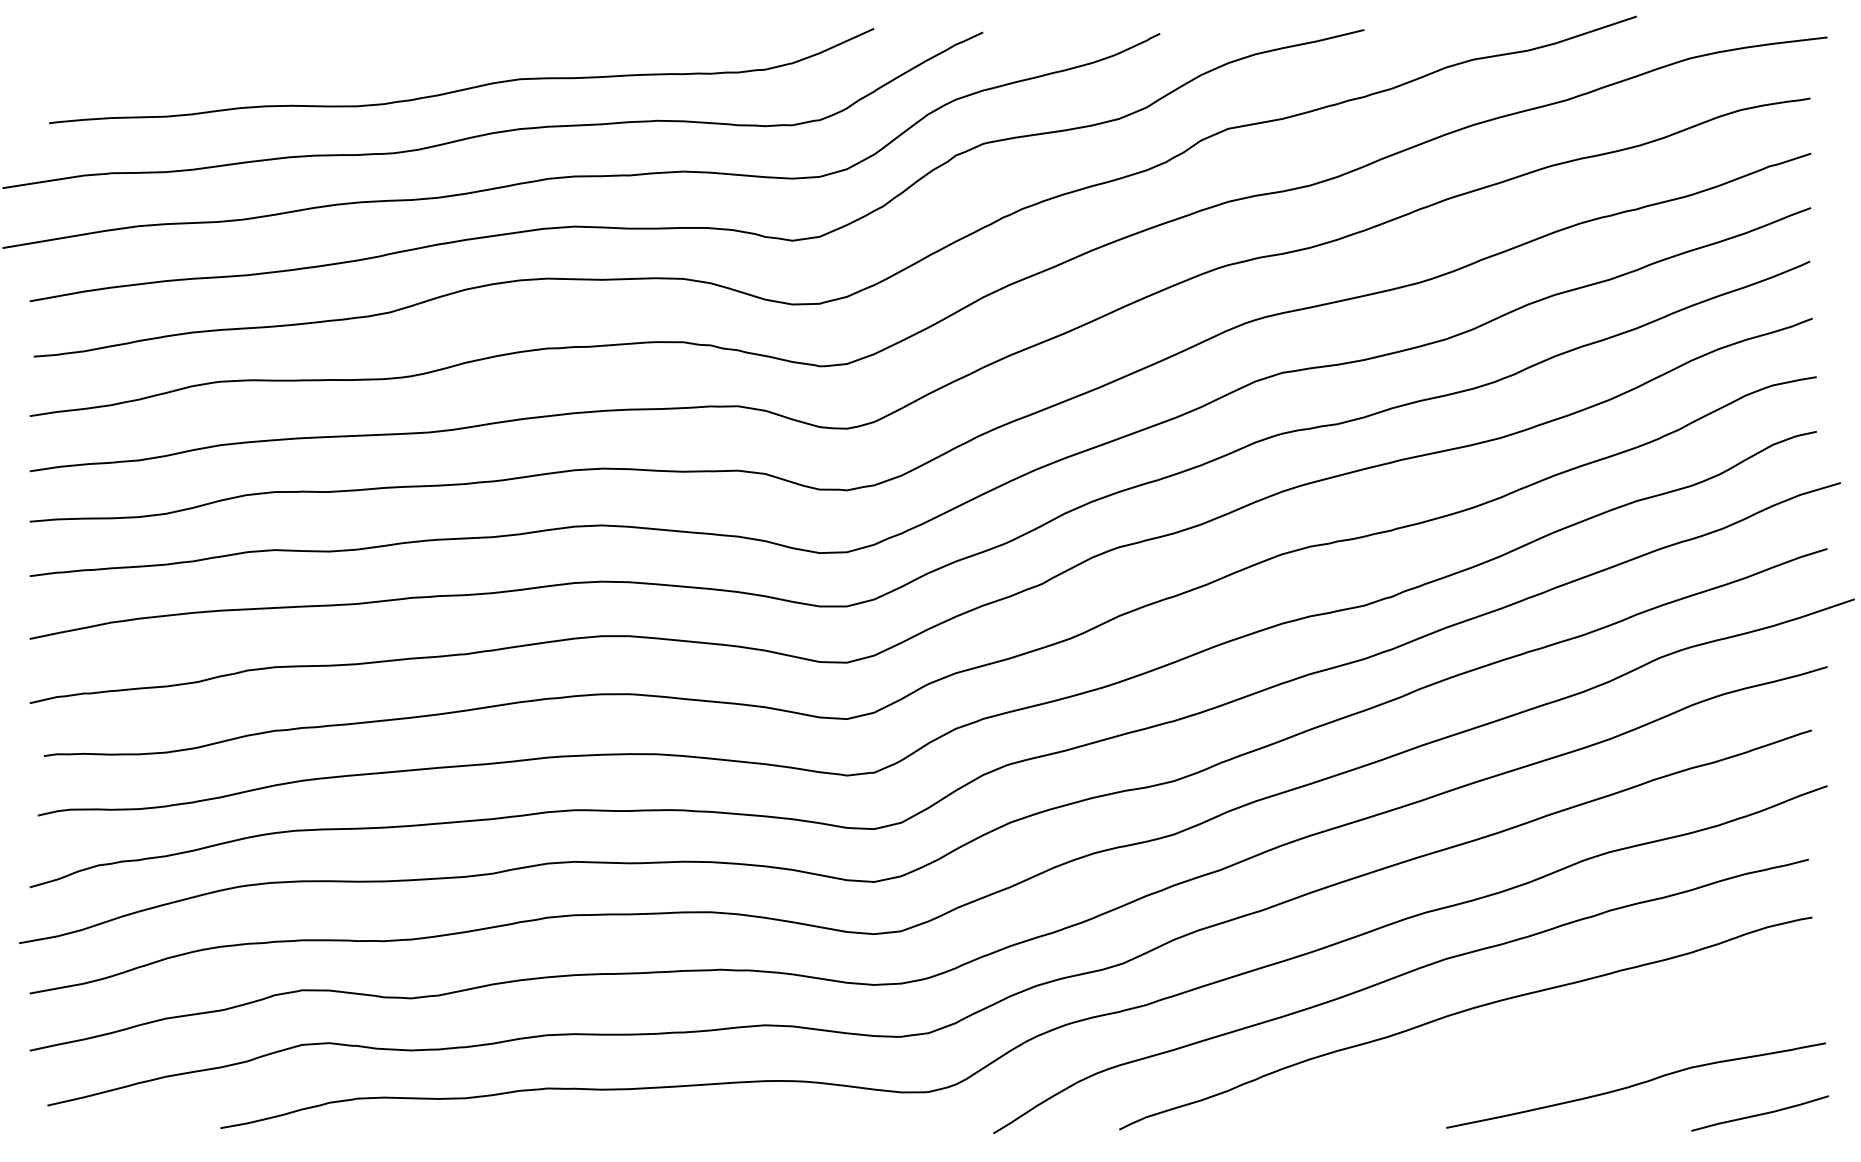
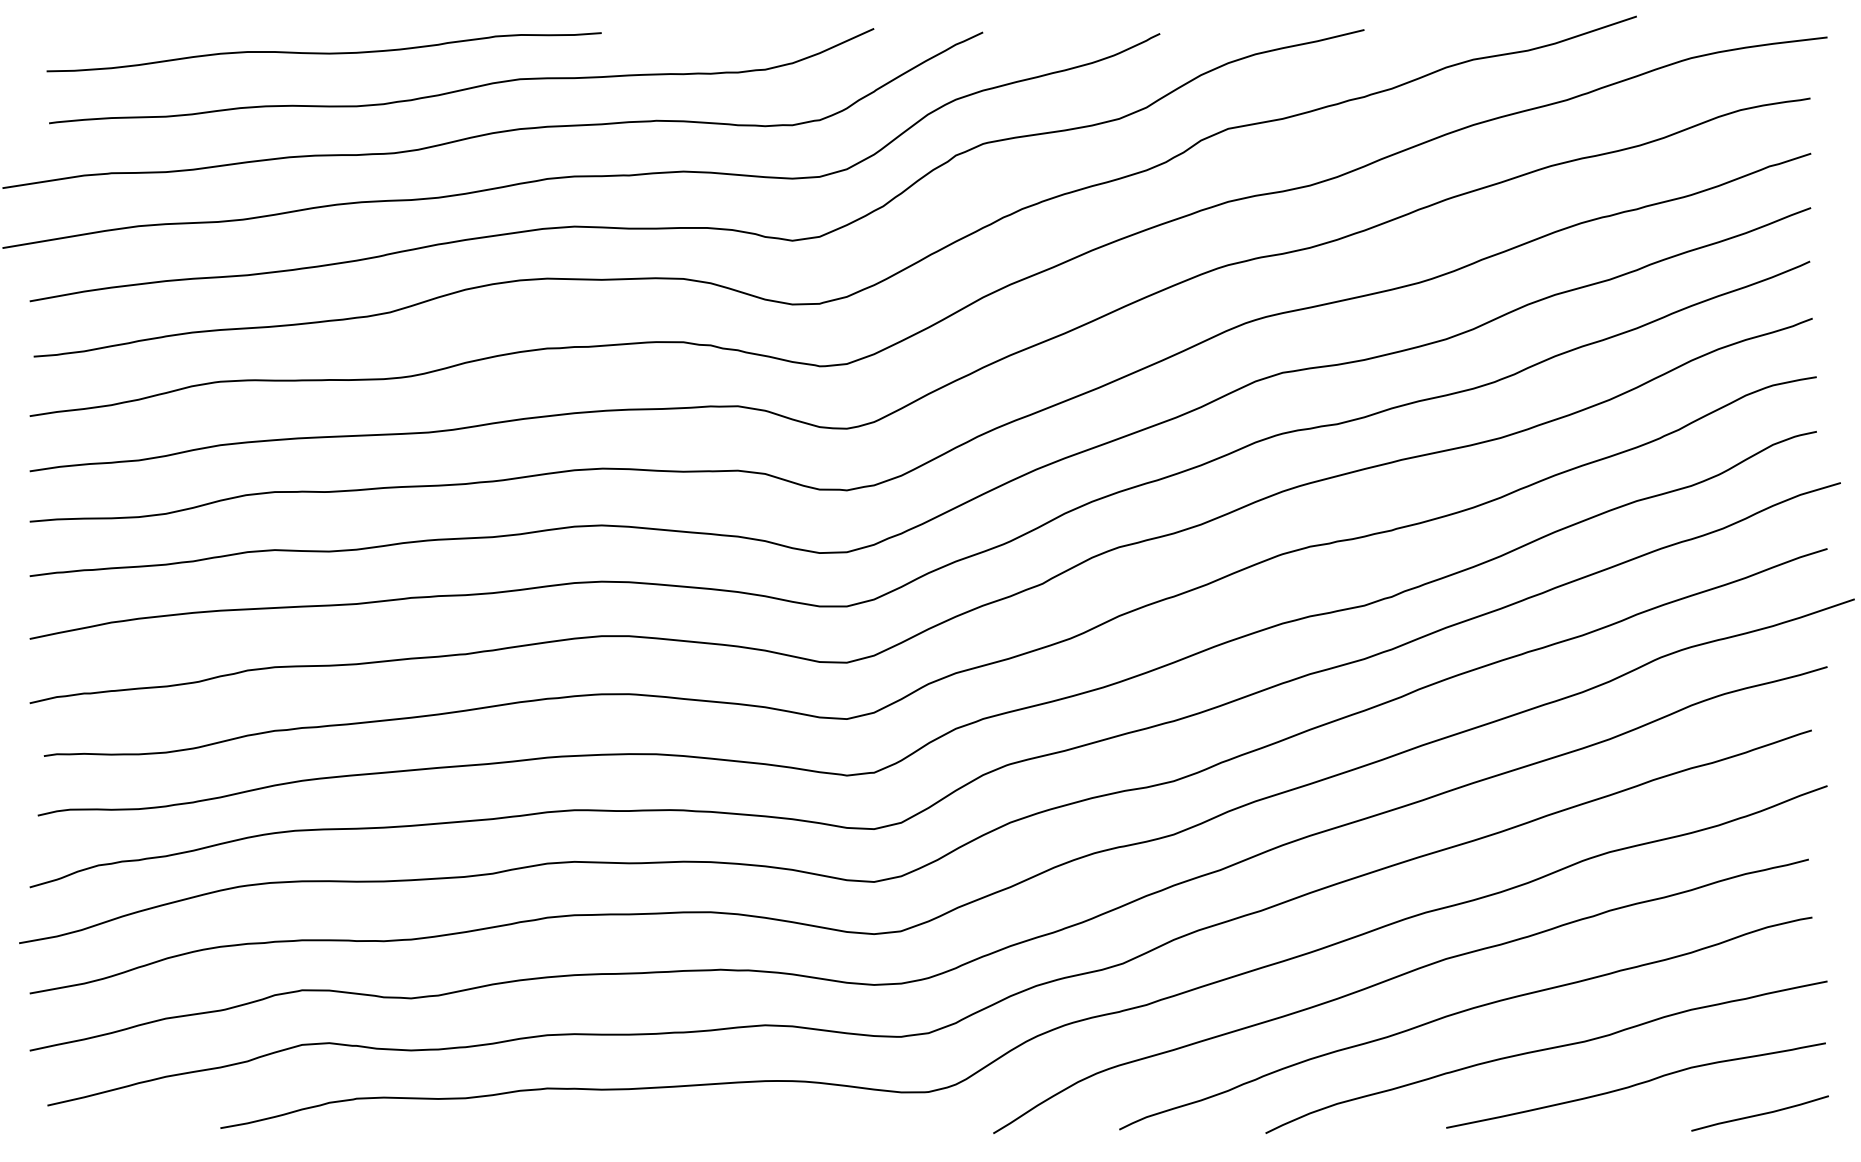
curve at (323, 52): none -> present
curve at (1546, 1050): none -> present
